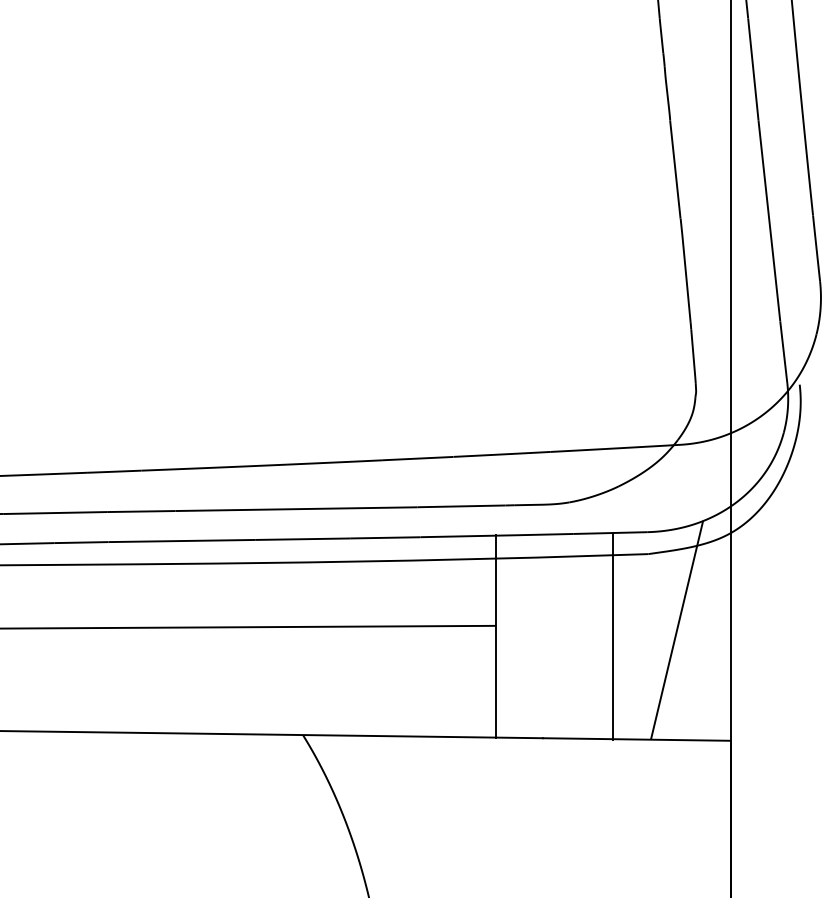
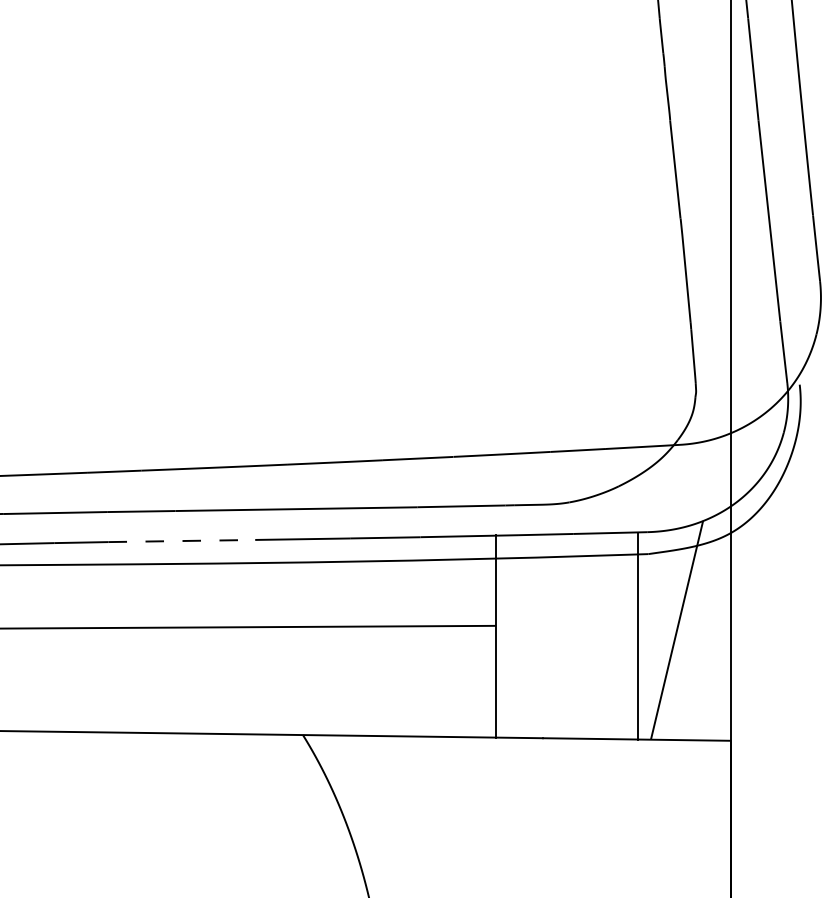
line at (182, 541): solid -> dashed
line at (613, 636) position: (613, 636) -> (638, 636)
